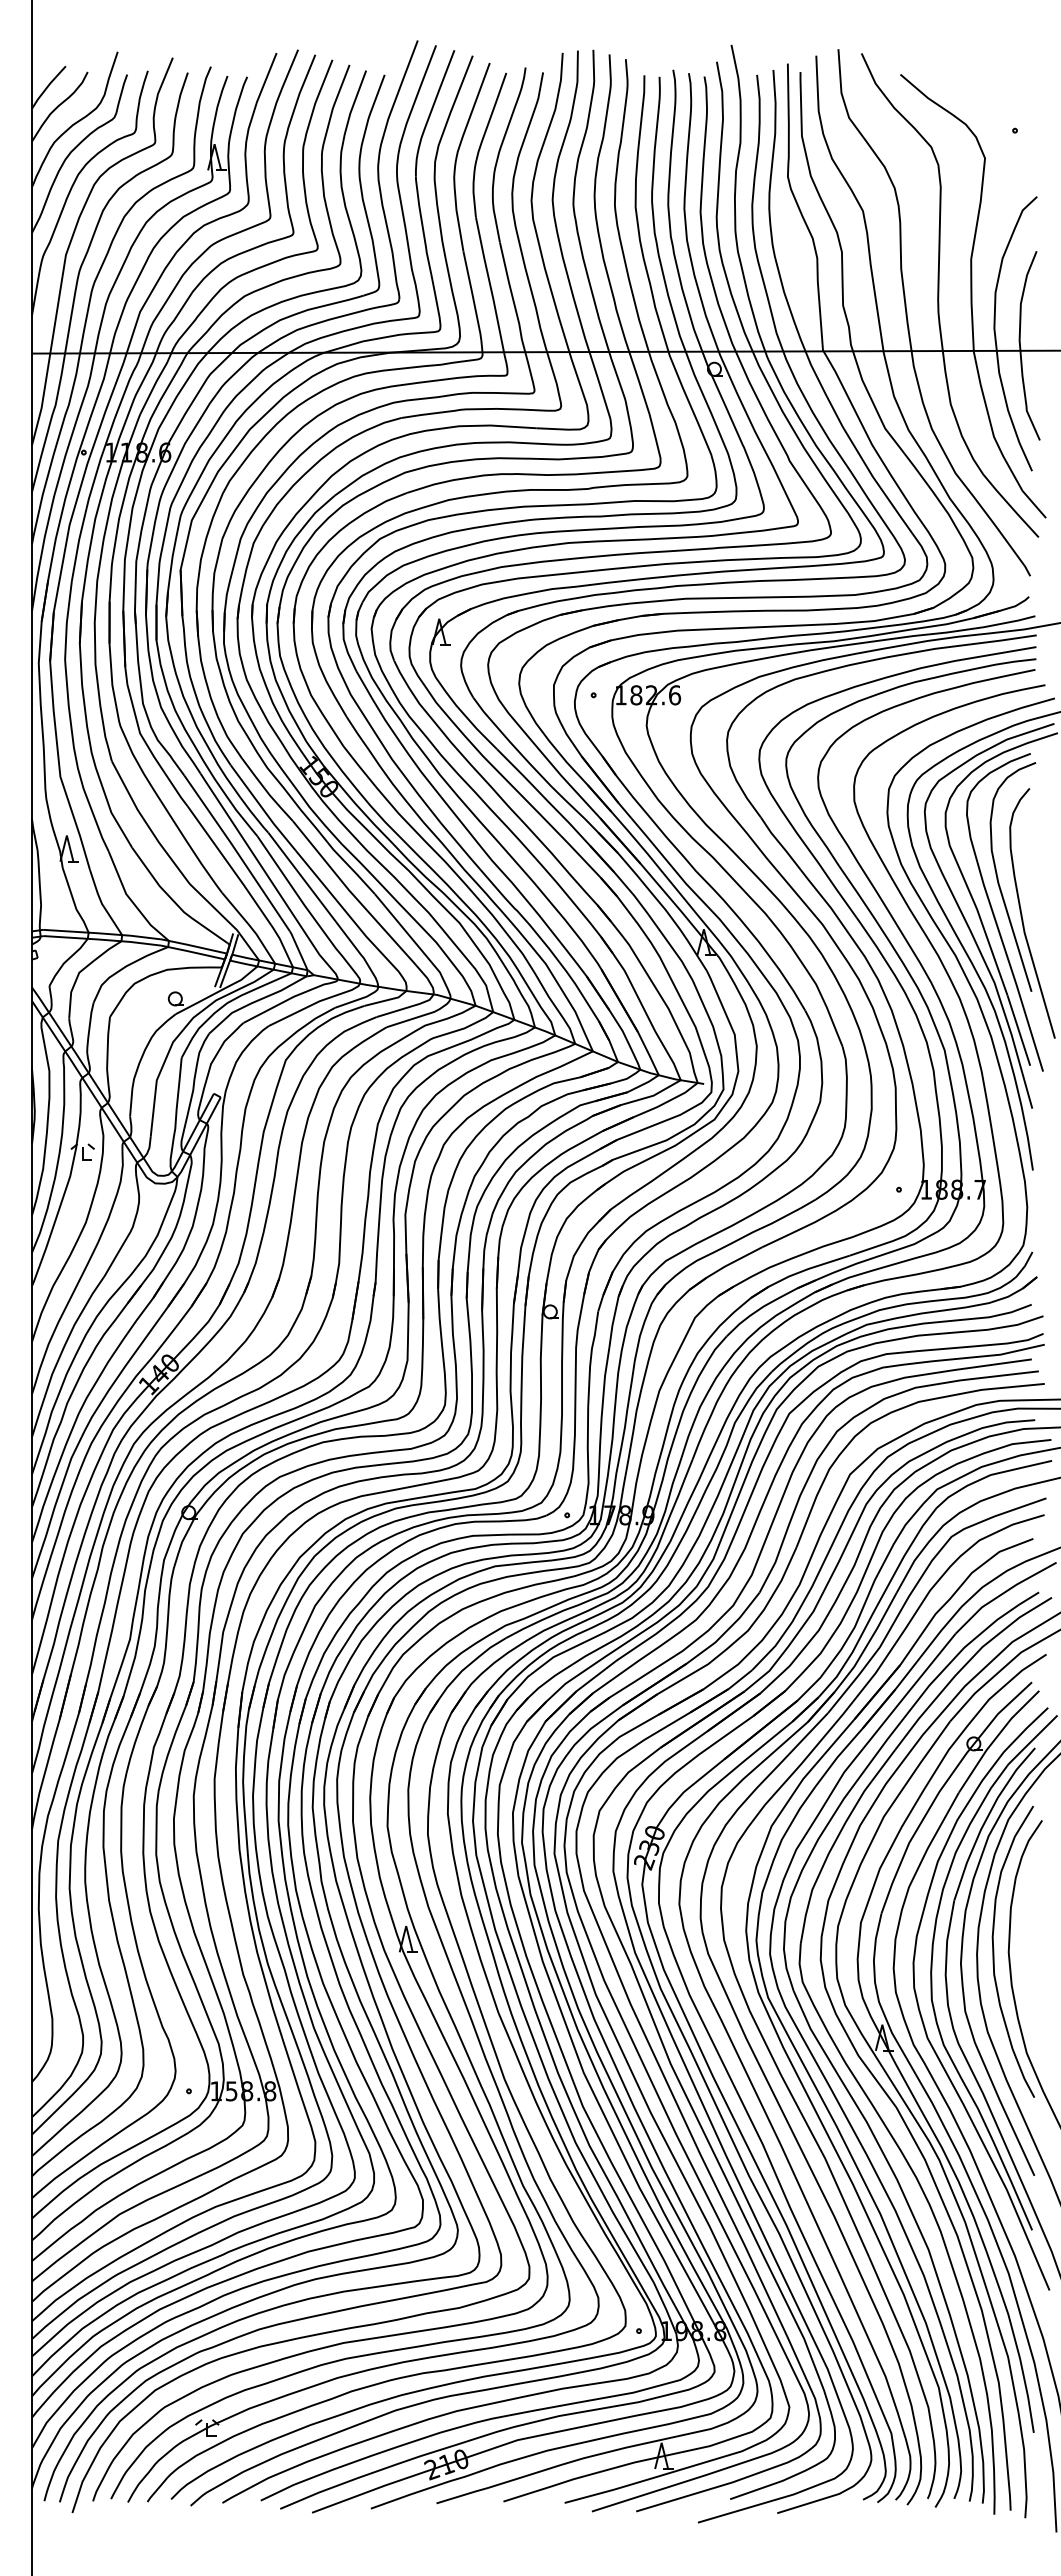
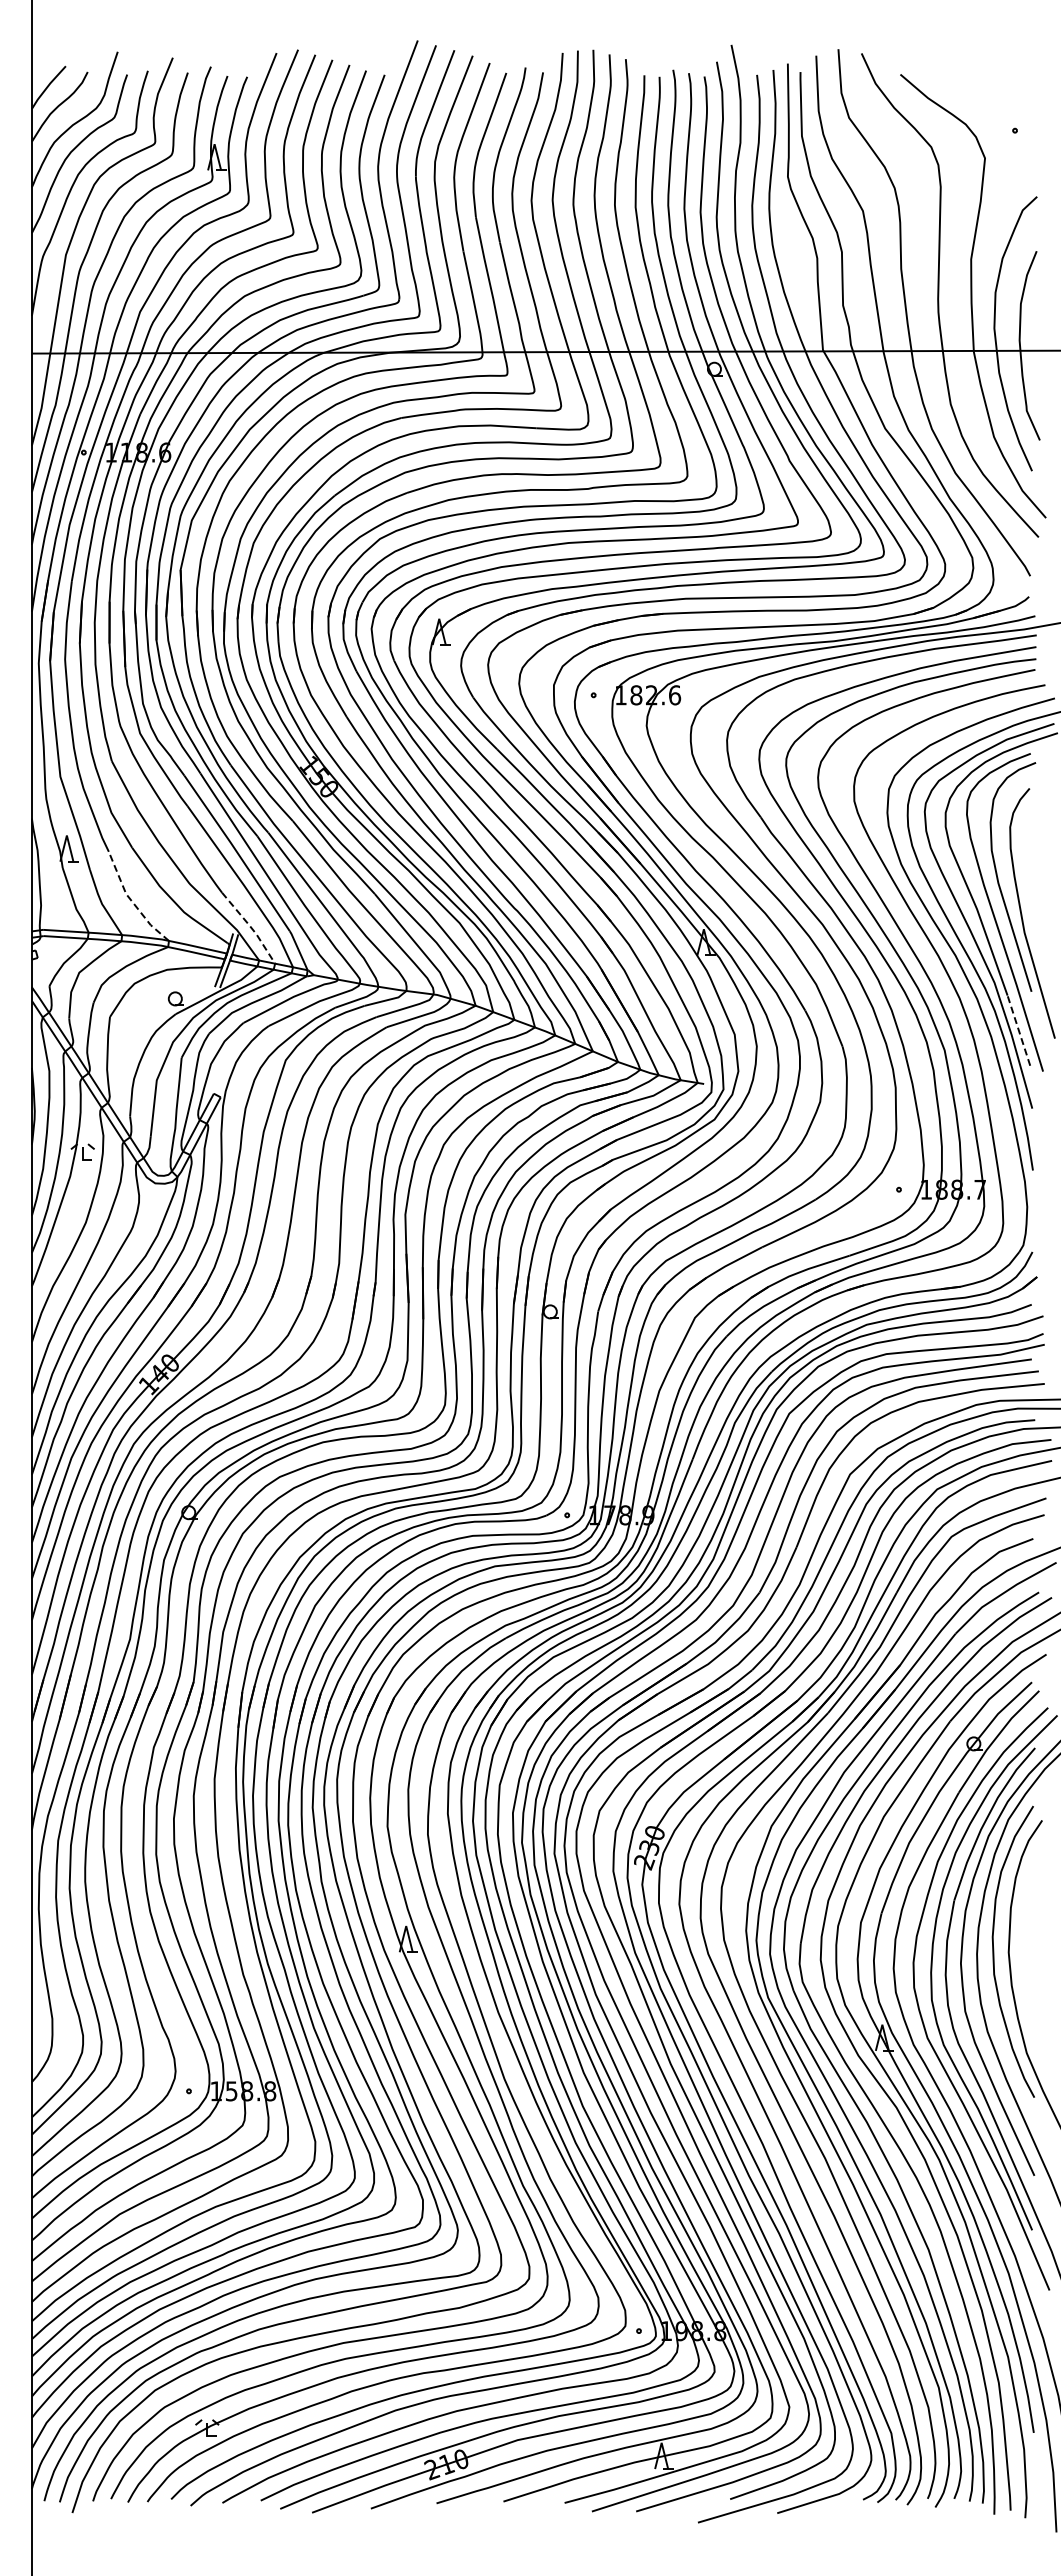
line at (131, 901): solid -> dashed
line at (250, 927): solid -> dashed
line at (1018, 1030): solid -> dashed
